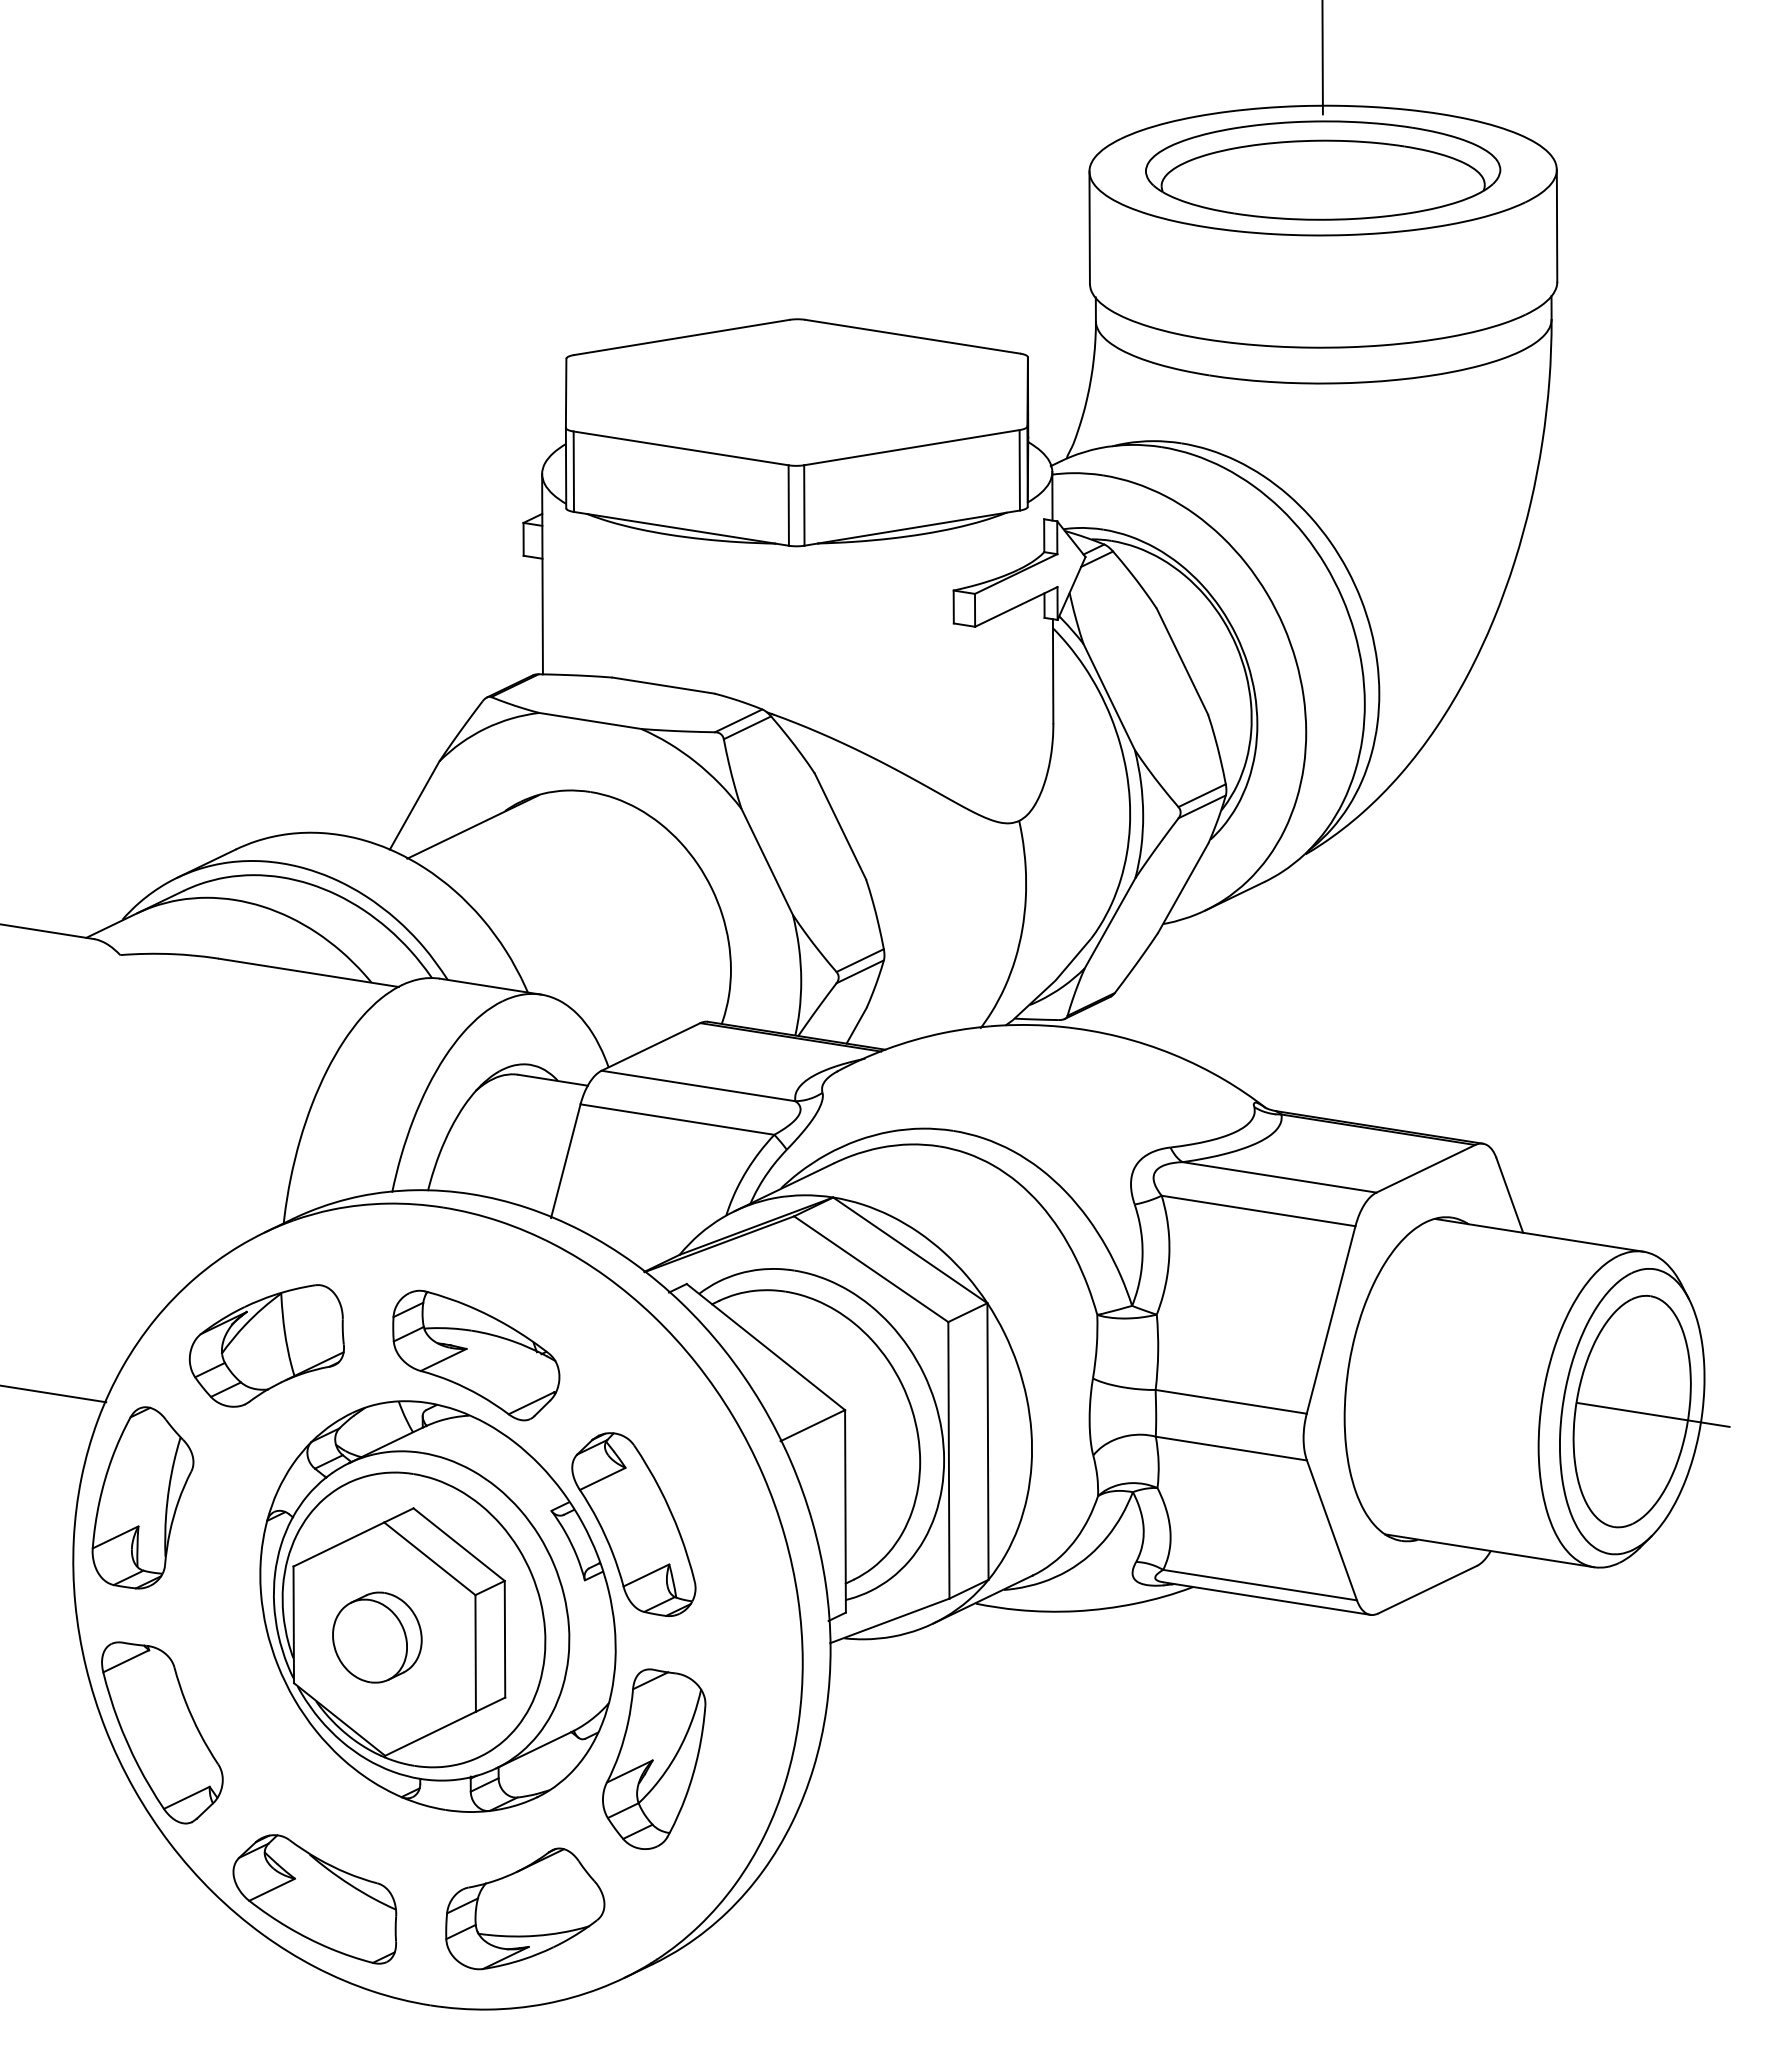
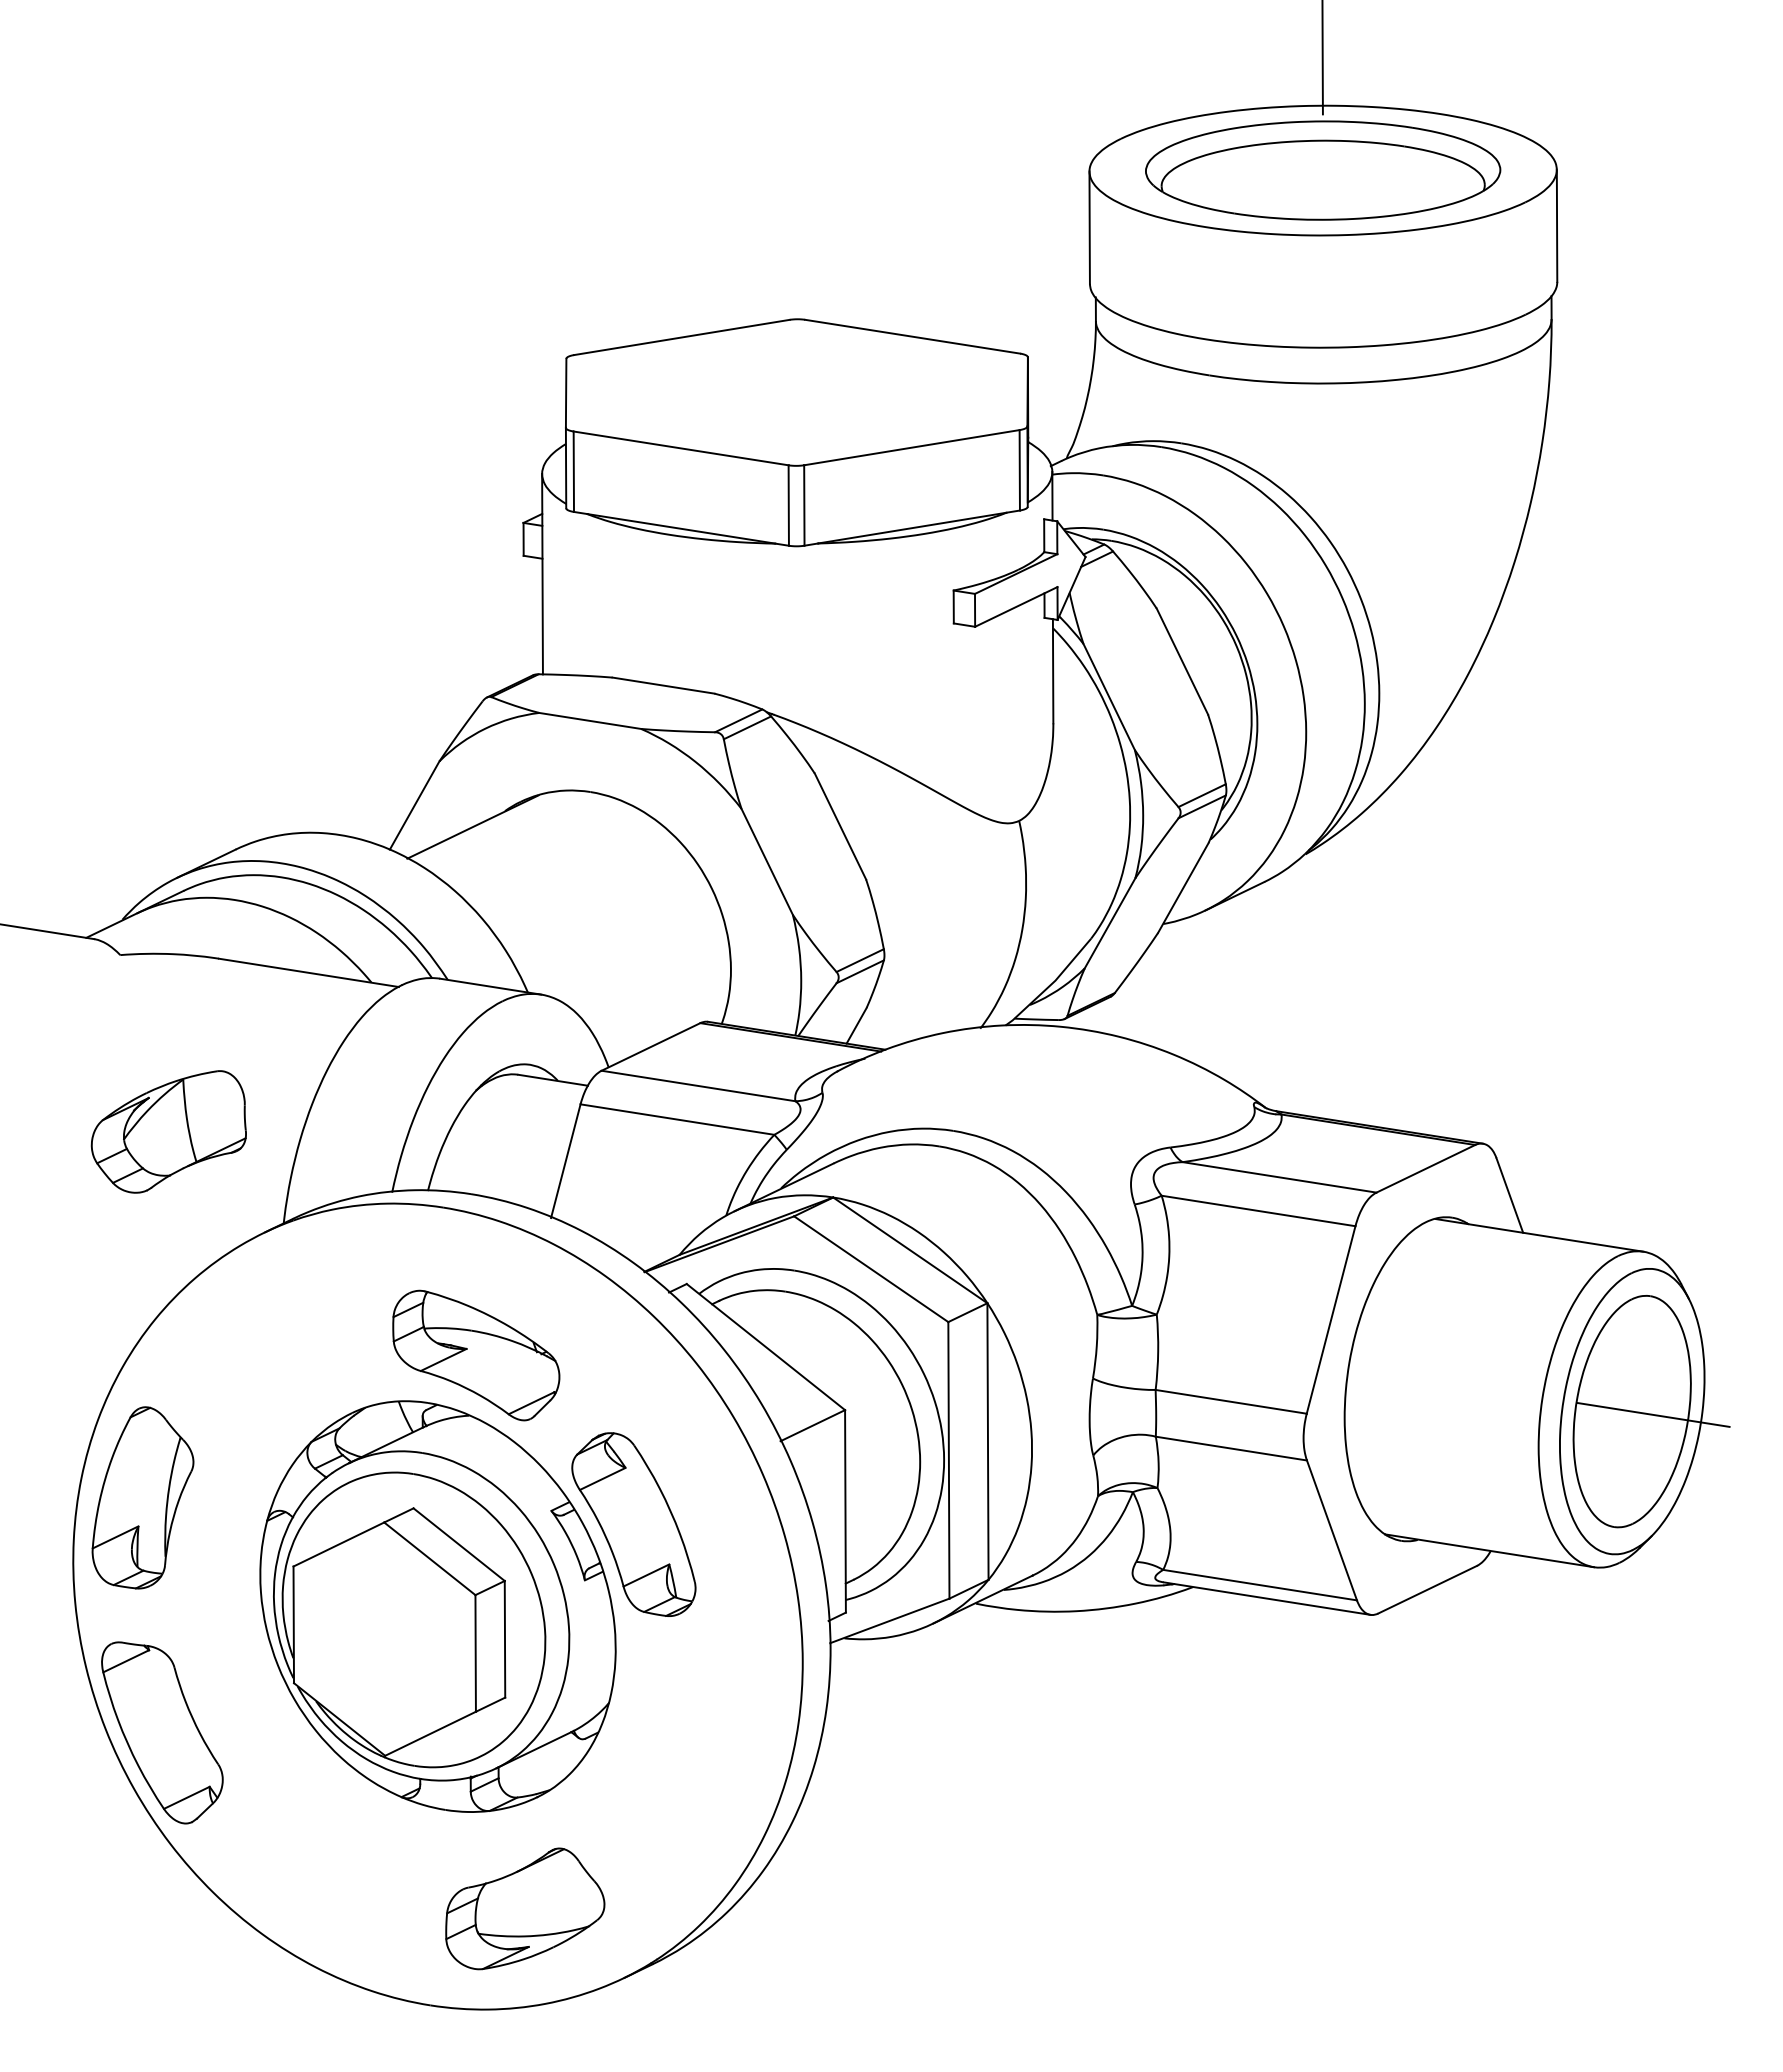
part at (266, 1345) position: (266, 1345) -> (168, 1131)
line at (54, 1393): present -> none
part at (377, 1637): present -> none
part at (654, 1758): present -> none
part at (314, 1899): present -> none
